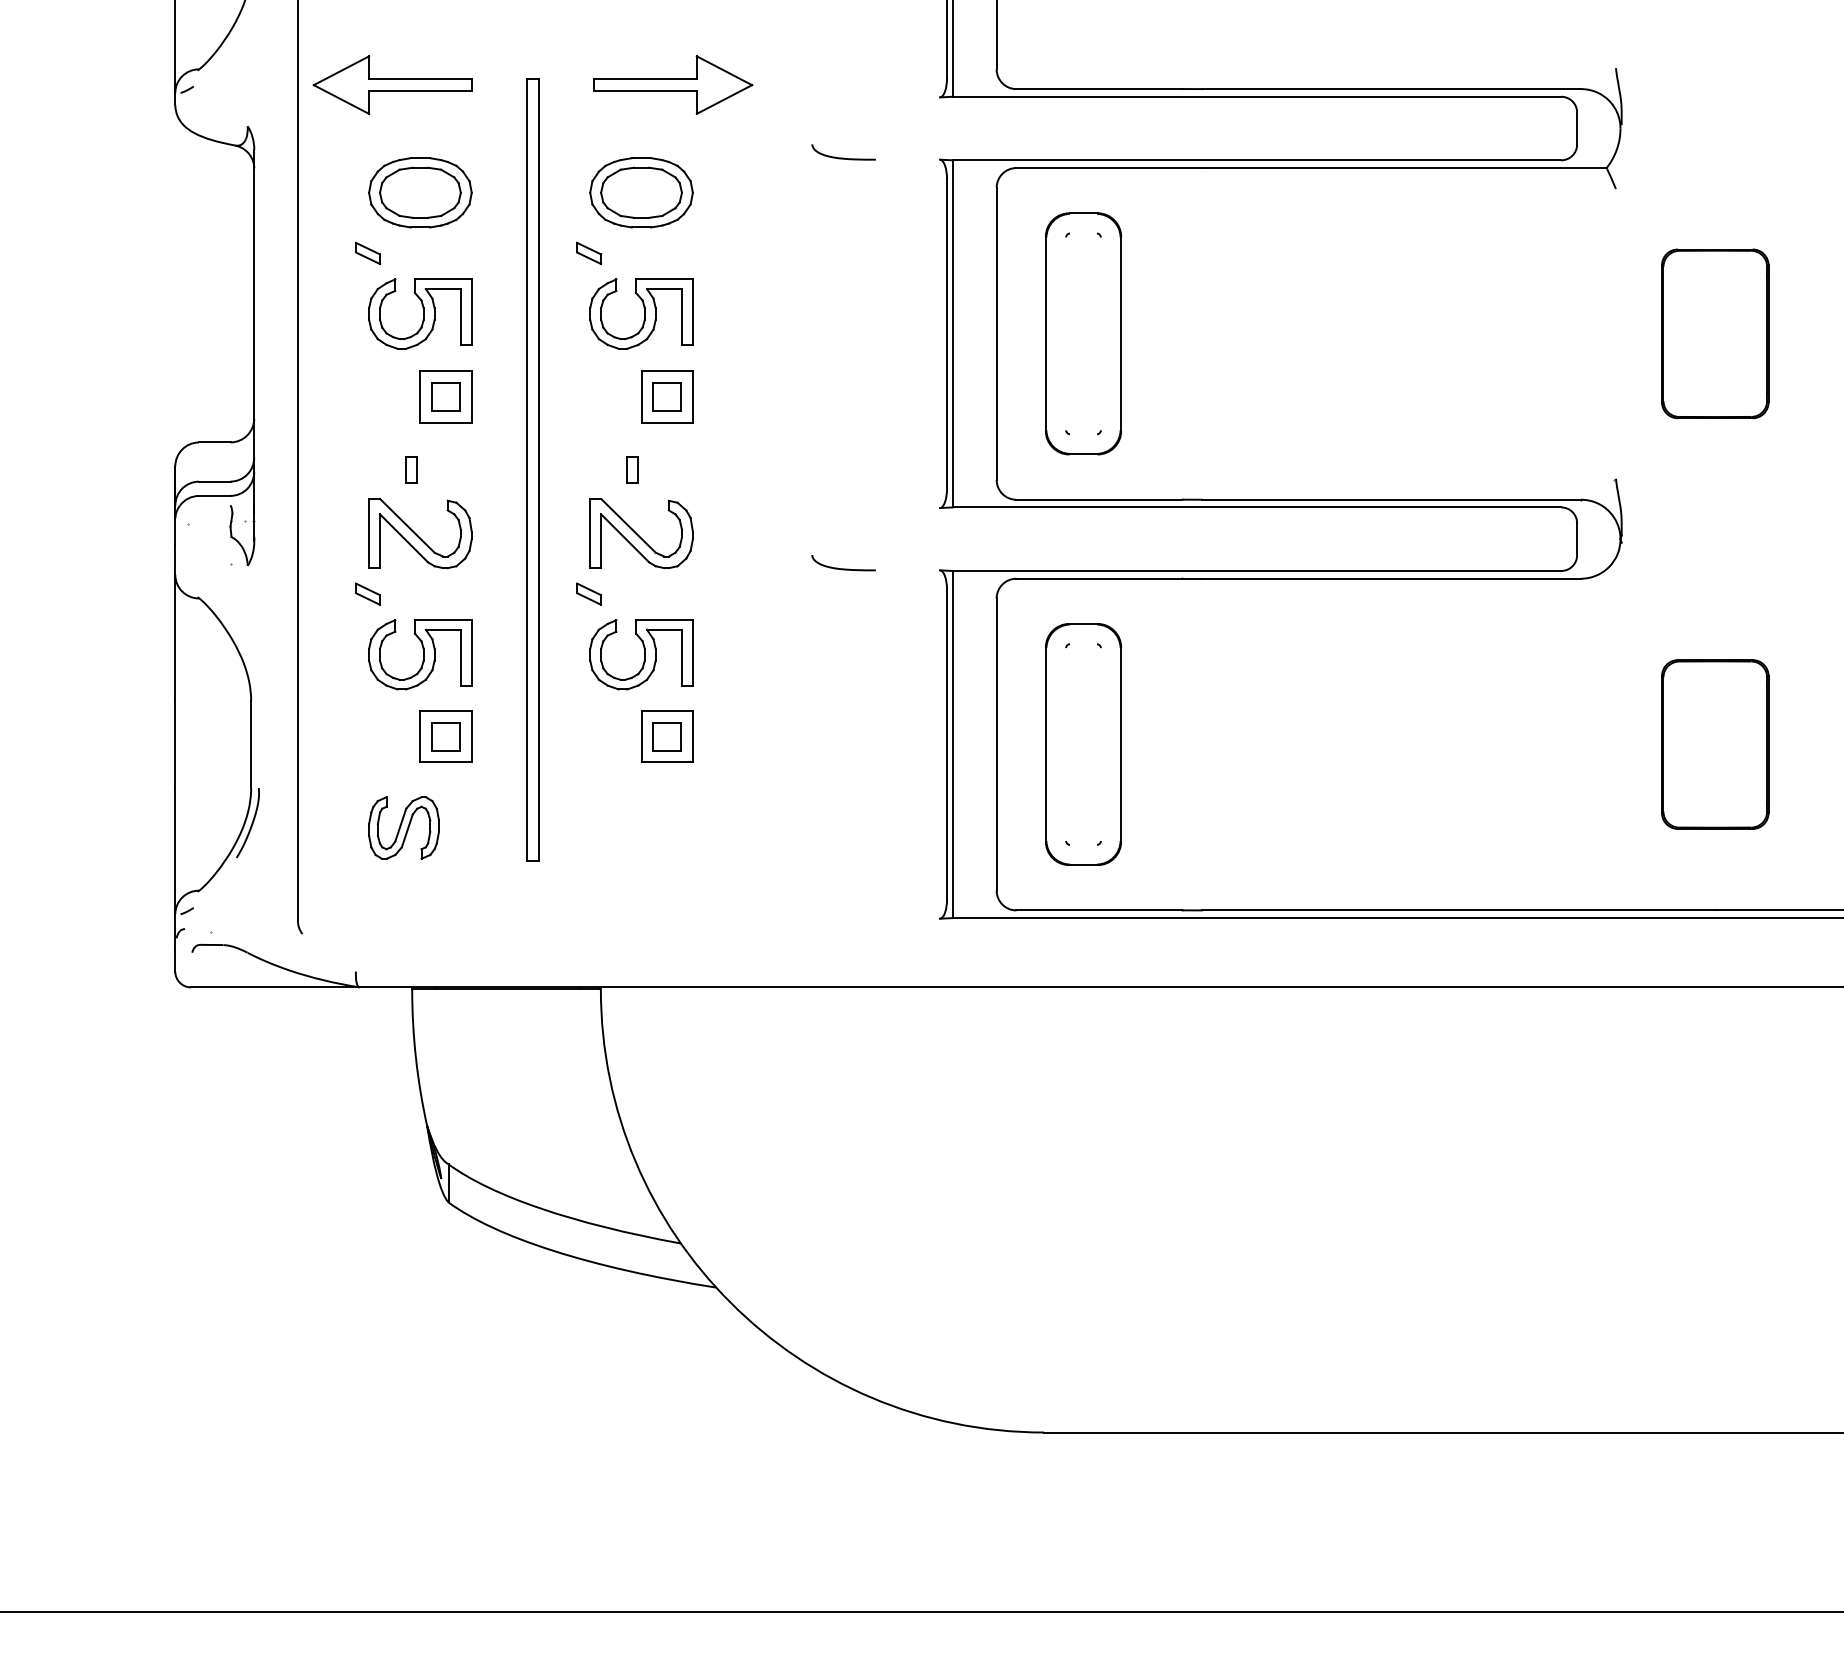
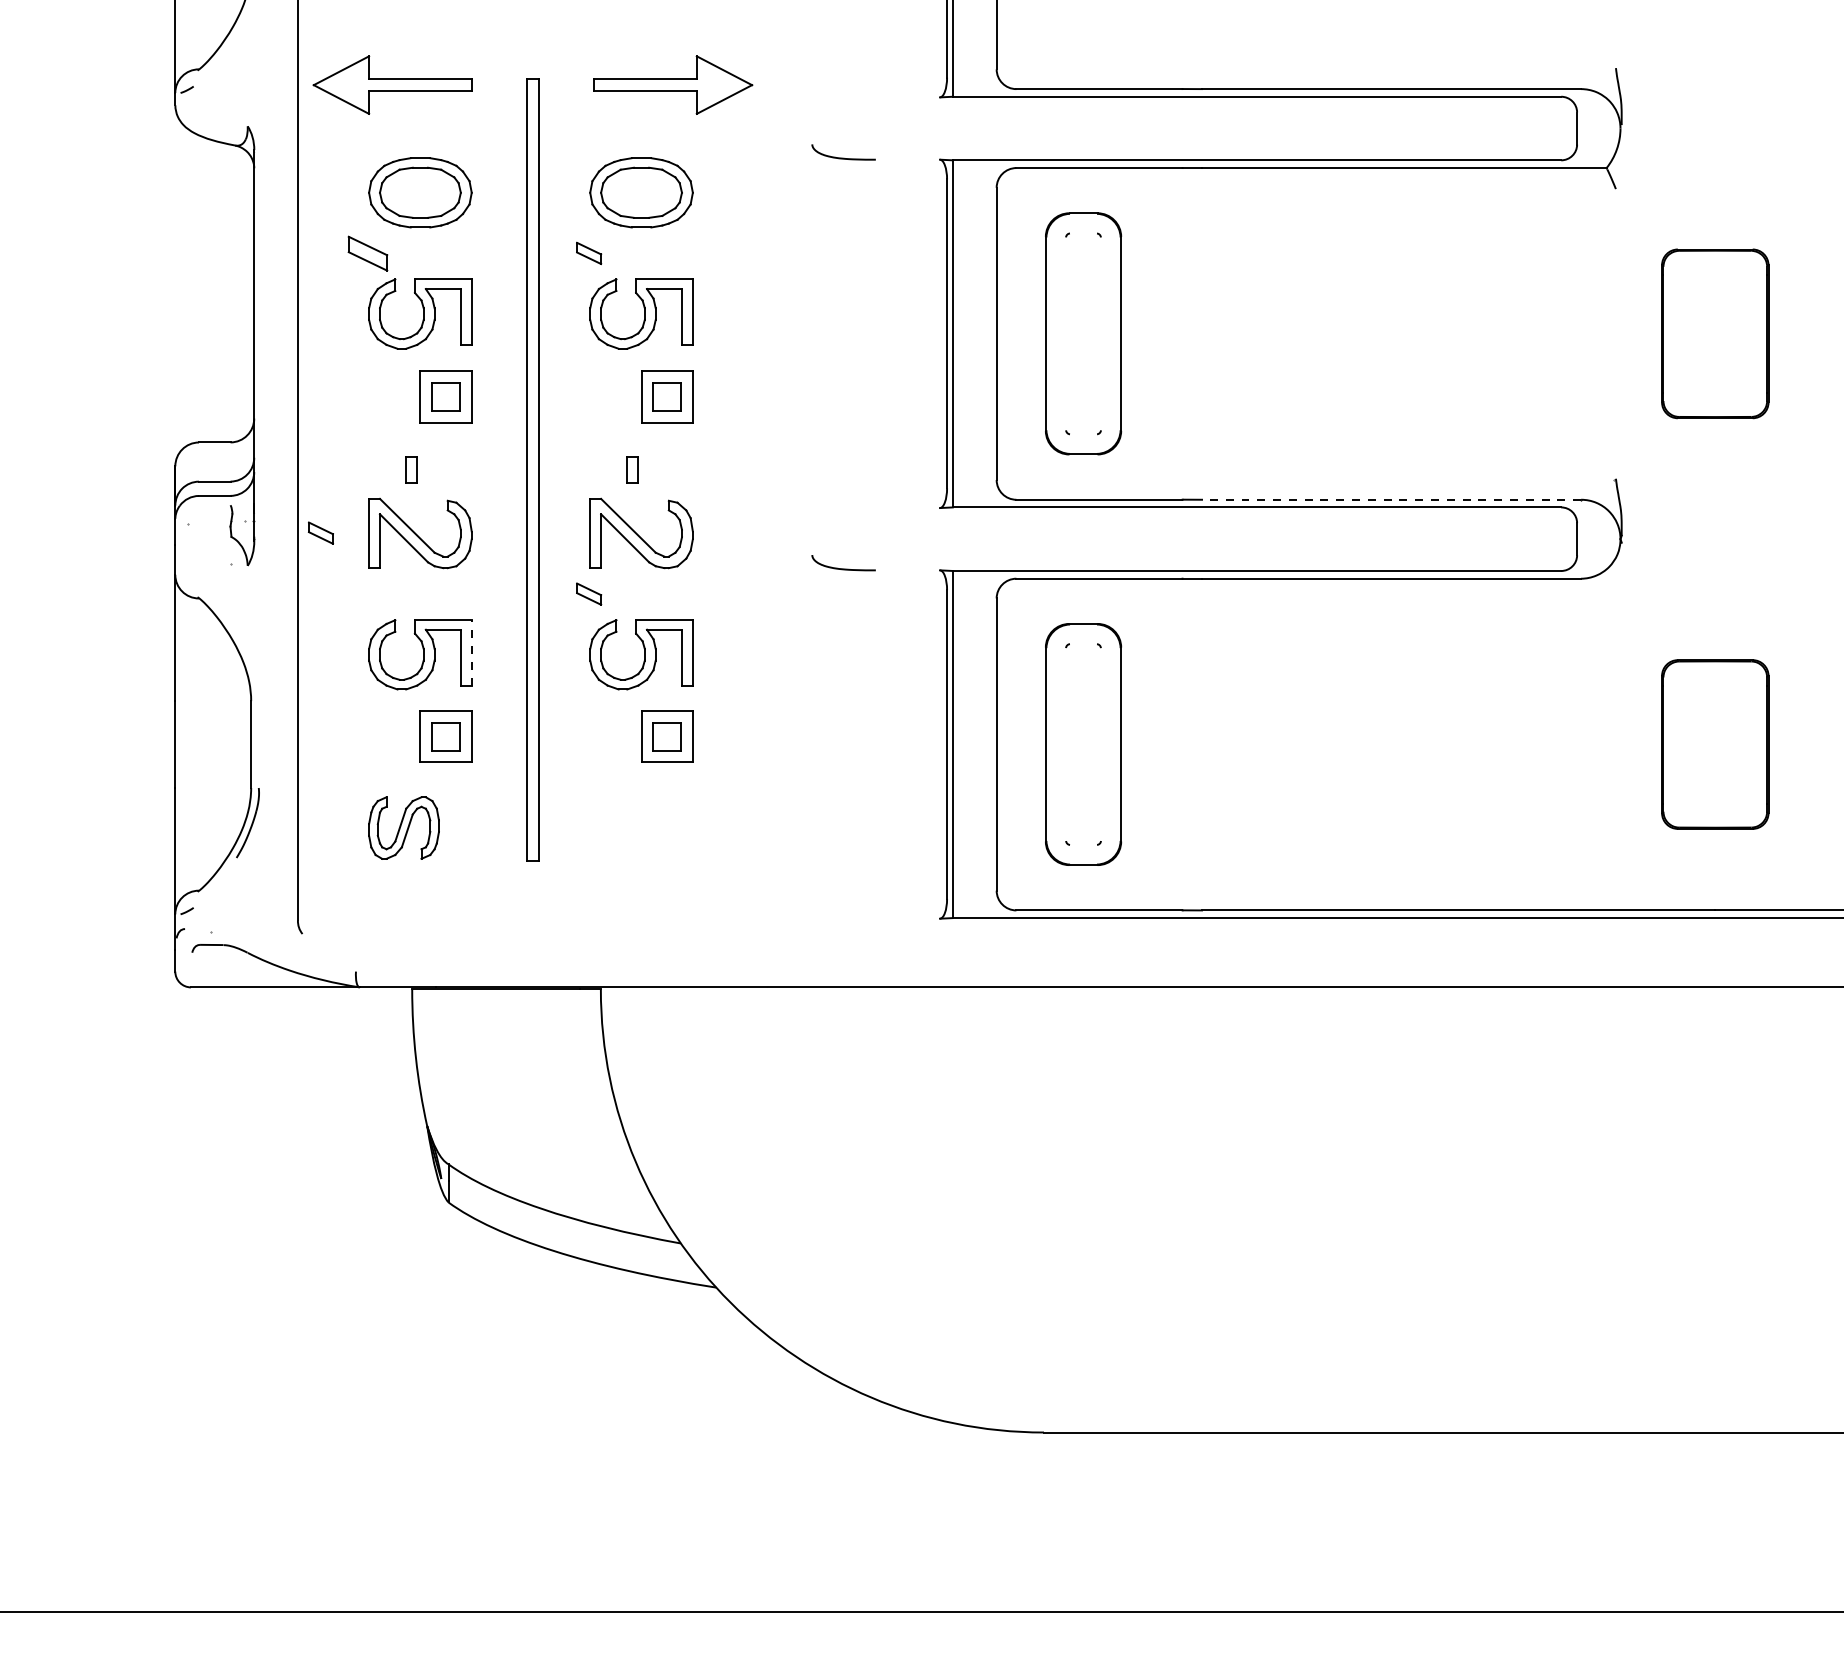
part at (367, 252) size: 26x24 px -> 42x37 px
line at (1391, 499): solid -> dashed
part at (367, 593) position: (367, 593) -> (320, 532)
line at (471, 652): solid -> dashed
